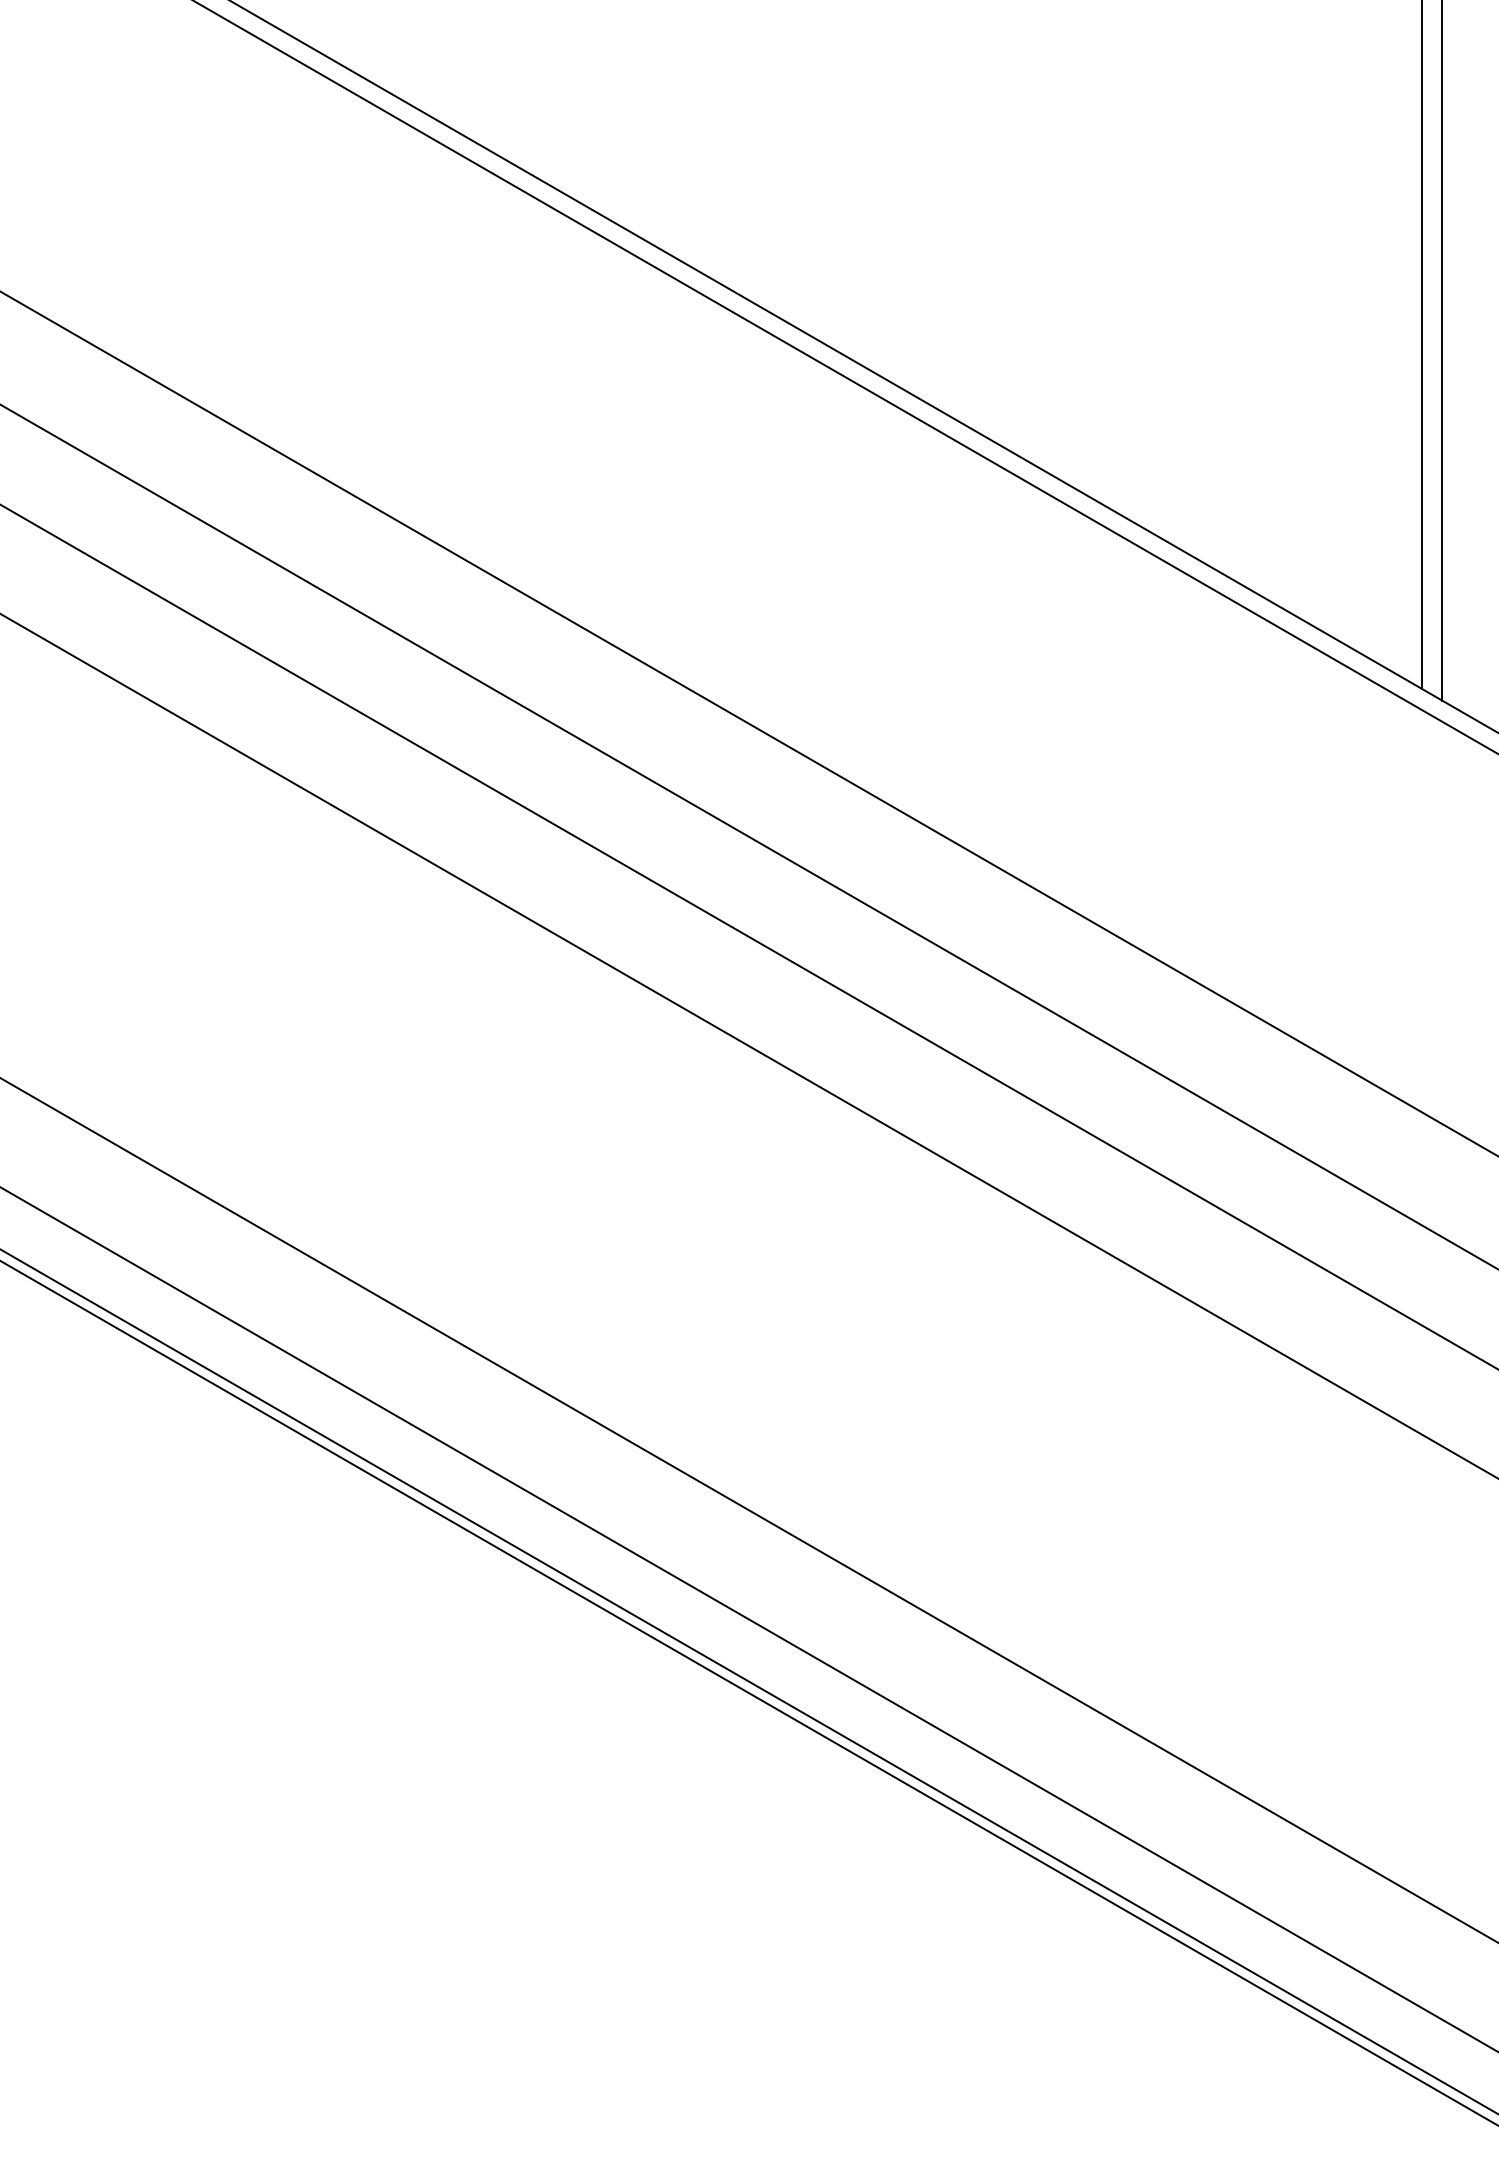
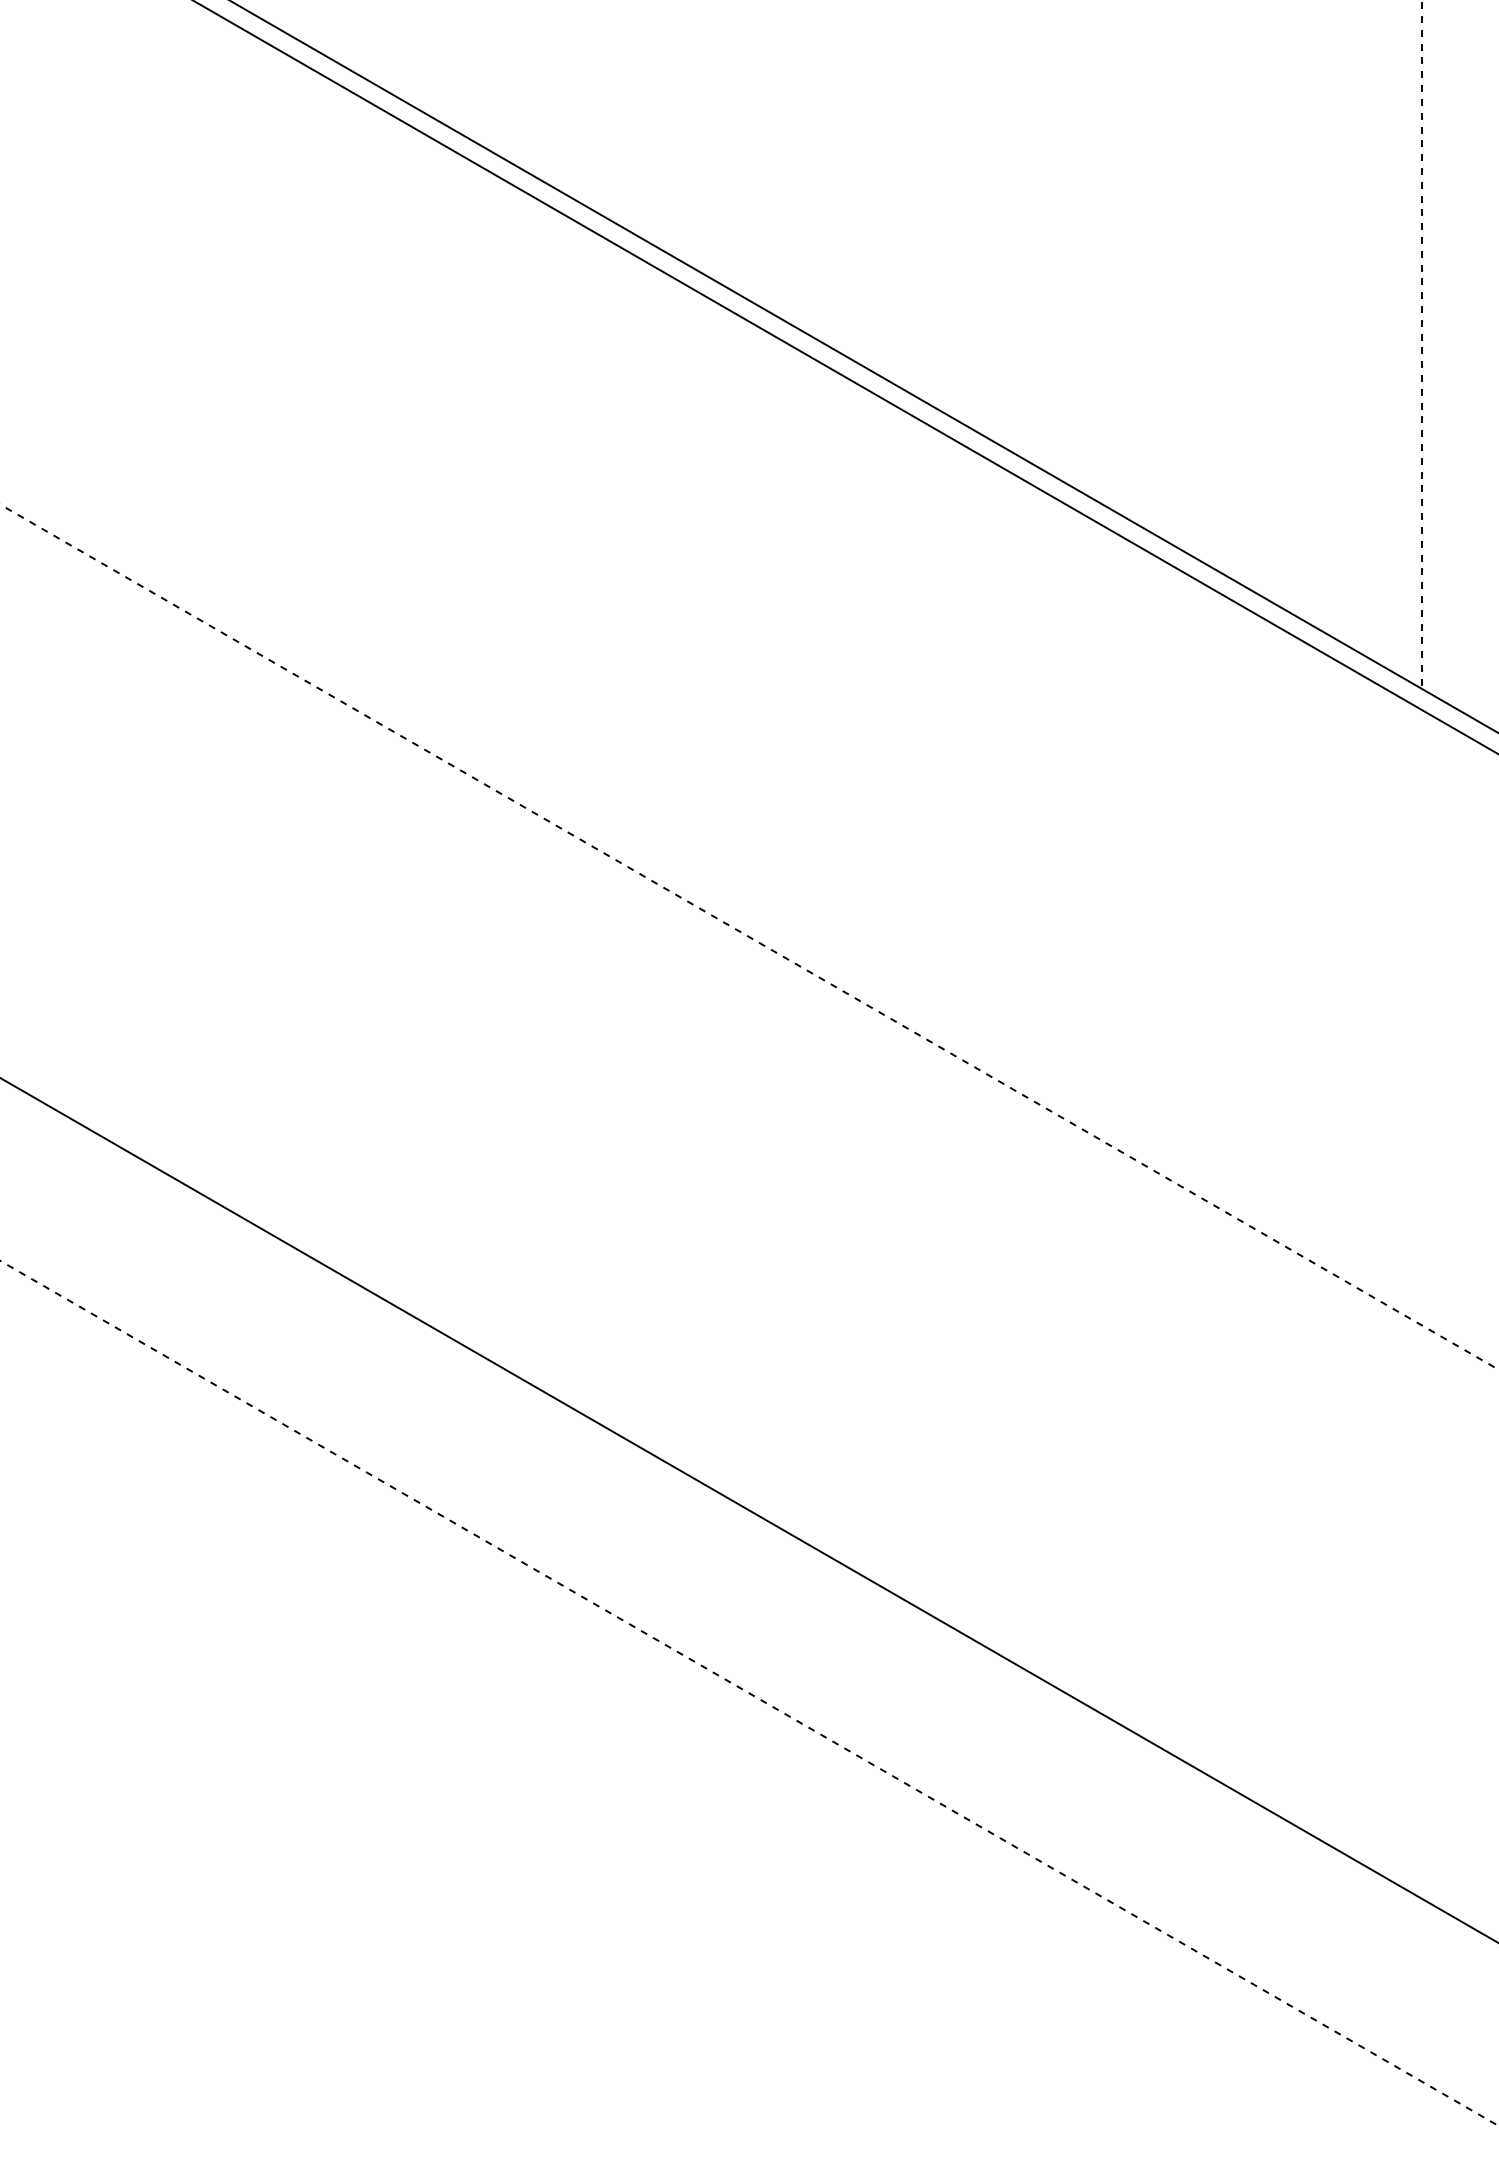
line at (1422, 345): solid -> dashed
line at (1442, 351): present -> none
line at (748, 723): present -> none
line at (748, 836): present -> none
line at (749, 937): solid -> dashed
line at (748, 1045): present -> none
line at (748, 1619): present -> none
line at (748, 1681): present -> none
line at (749, 1693): solid -> dashed
